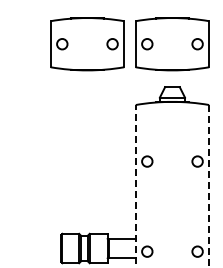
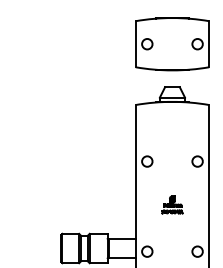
part at (87, 44): present -> none
line at (135, 185): dashed -> solid
line at (209, 186): dashed -> solid
part at (172, 204): none -> present
